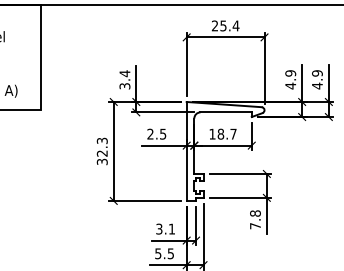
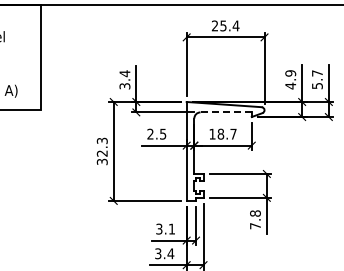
text at (317, 79): 4.9 -> 5.7
line at (226, 112): solid -> dashed
text at (164, 253): 5.5 -> 3.4
